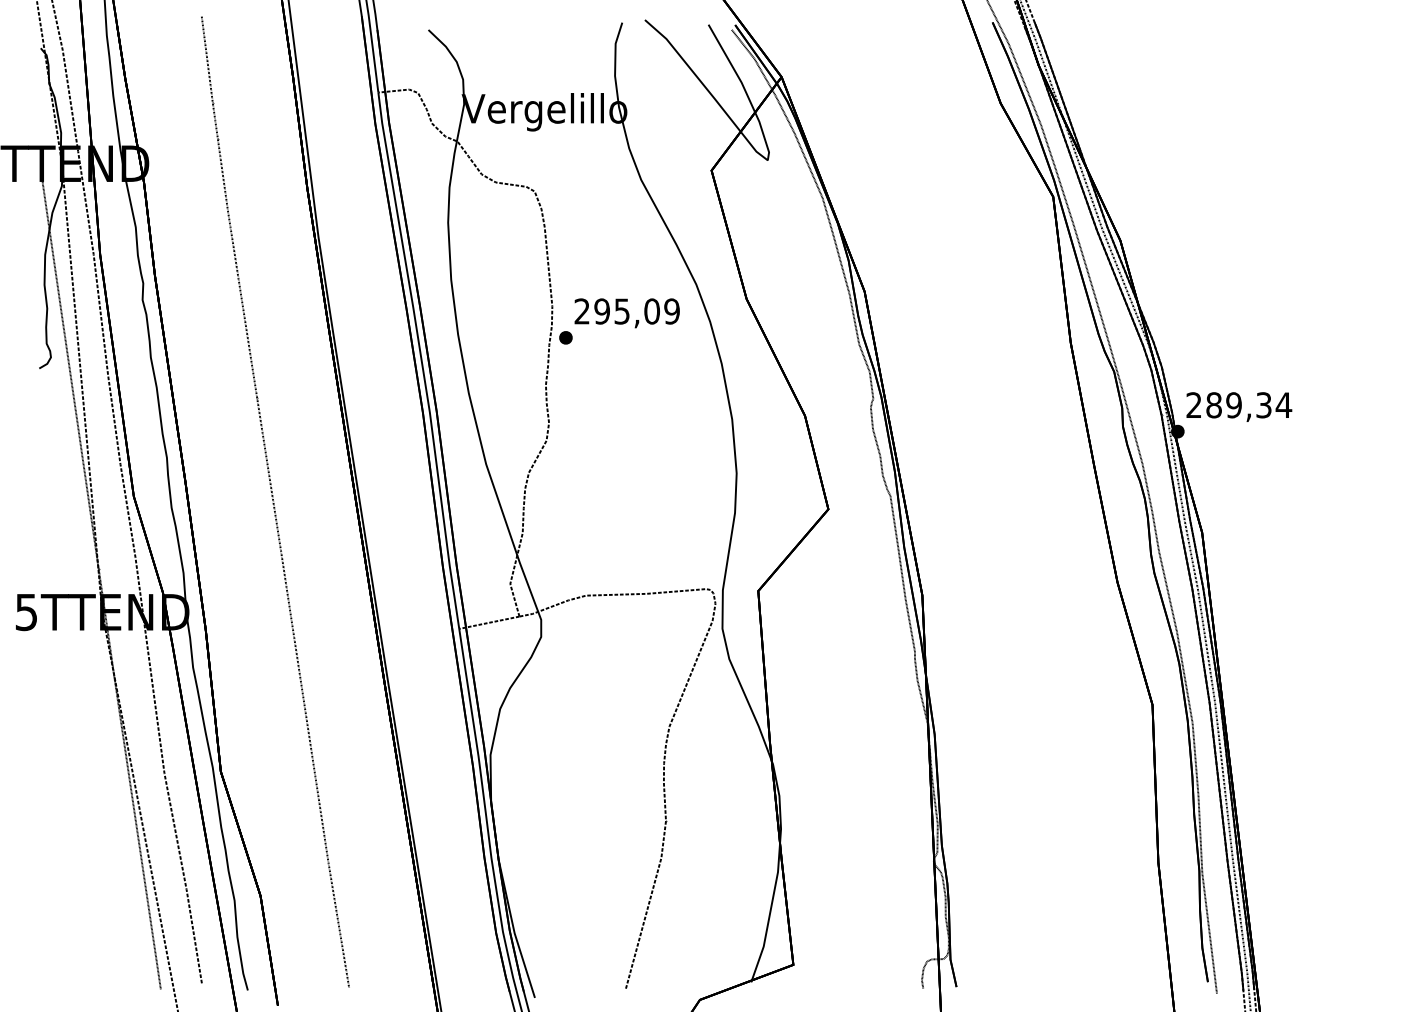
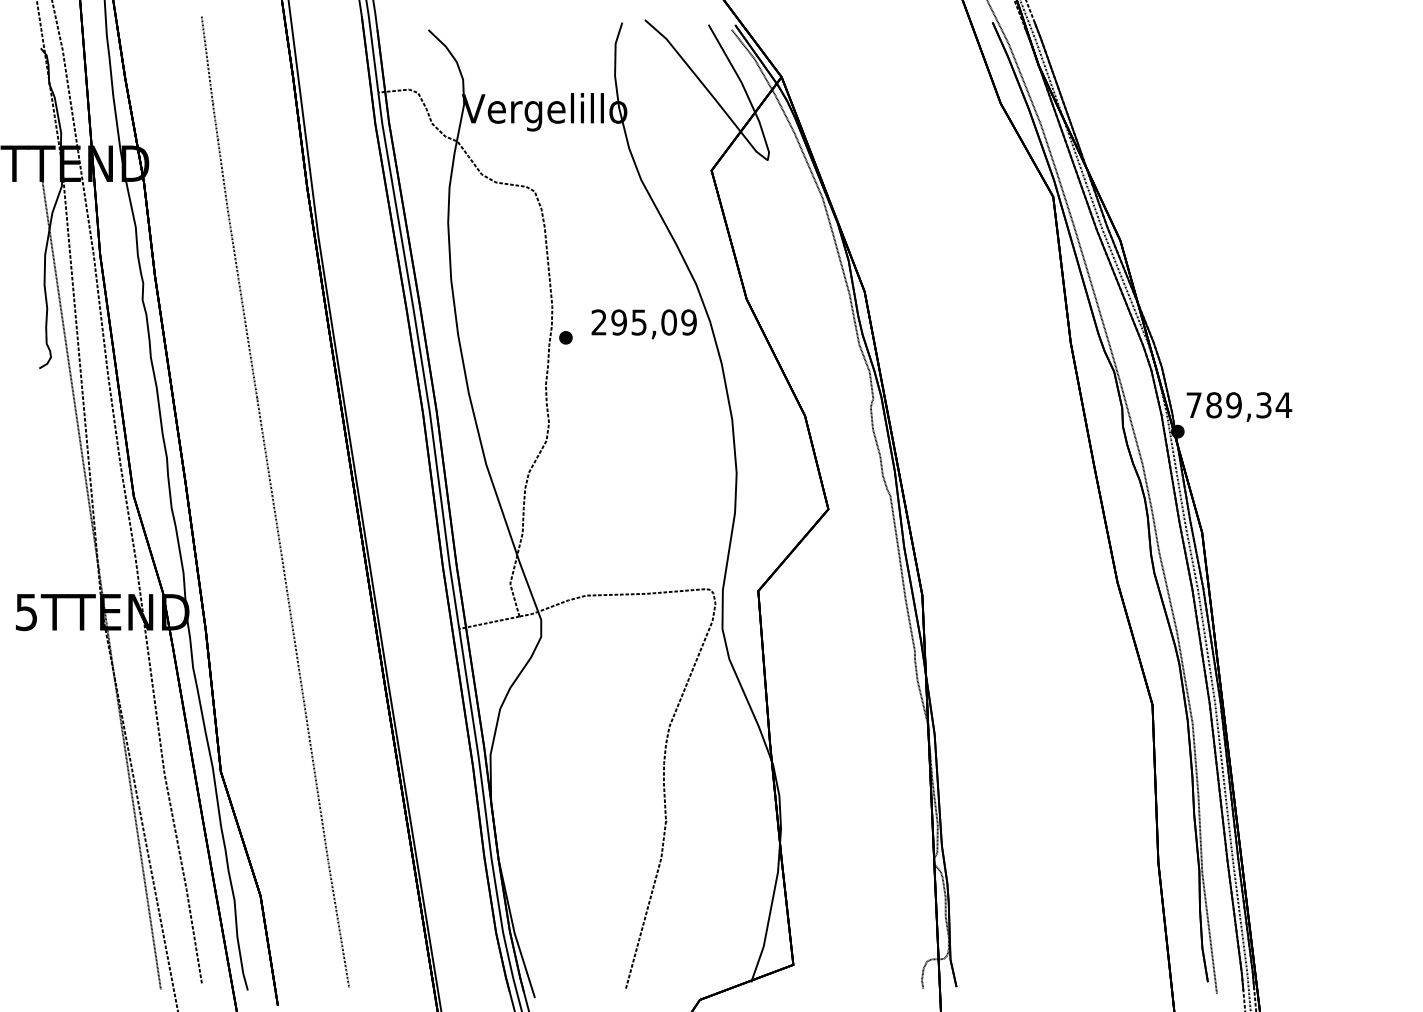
text at (626, 313) position: (626, 313) -> (643, 324)
text at (1193, 404): 289,34 -> 789,34
